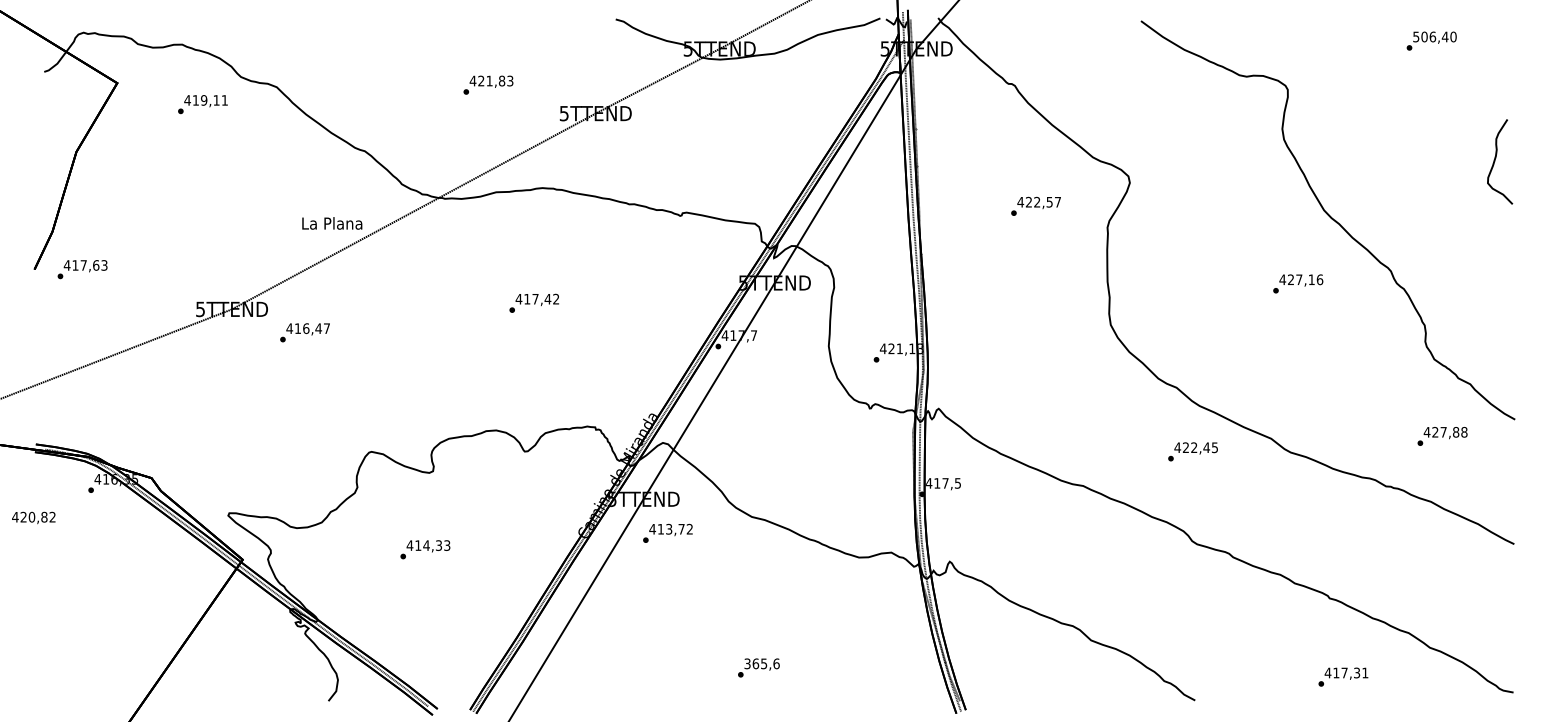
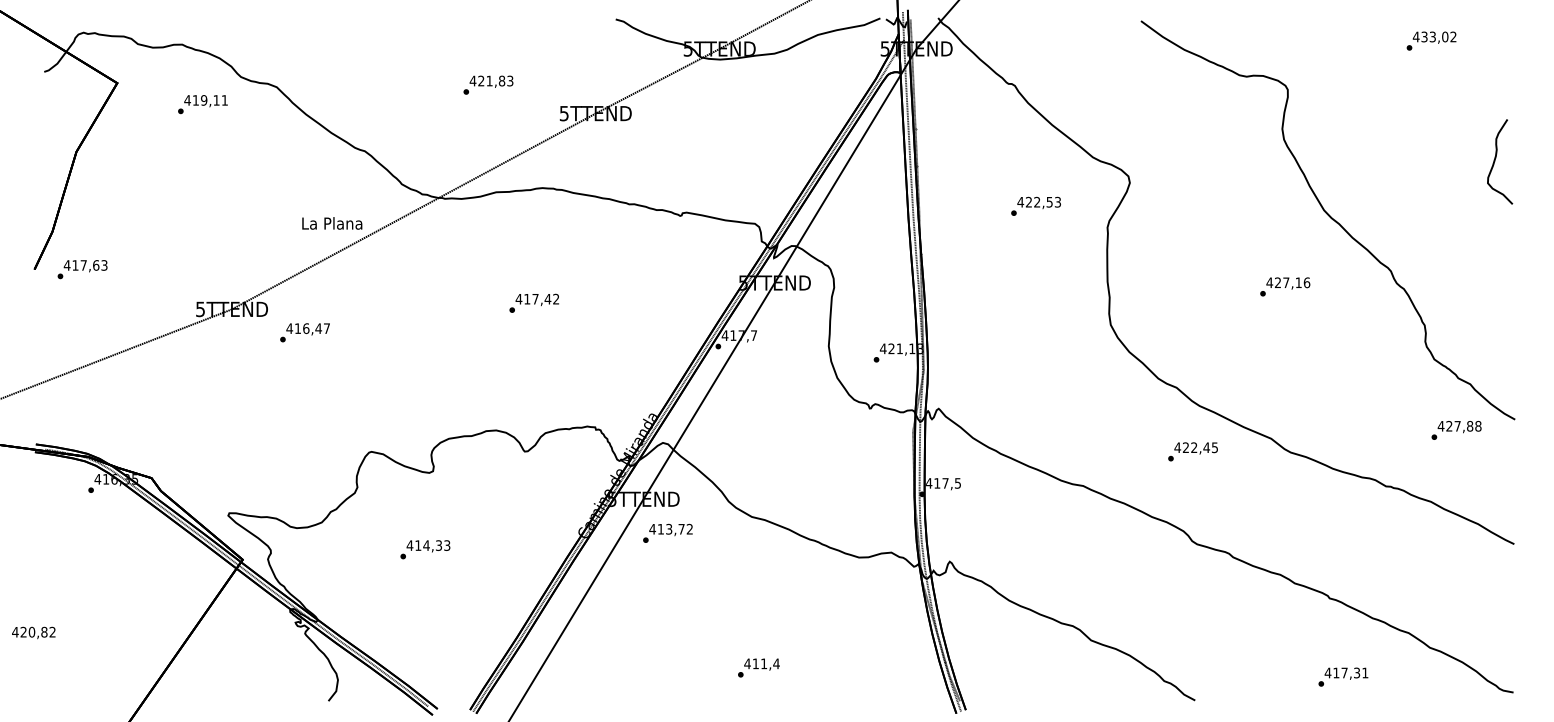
text at (1434, 36): 506,40 -> 433,02
text at (1057, 201): 422,57 -> 422,53
text at (1298, 283) position: (1298, 283) -> (1285, 286)
text at (1442, 436) position: (1442, 436) -> (1456, 430)
text at (33, 517) position: (33, 517) -> (33, 632)
text at (761, 663): 365,6 -> 411,4
